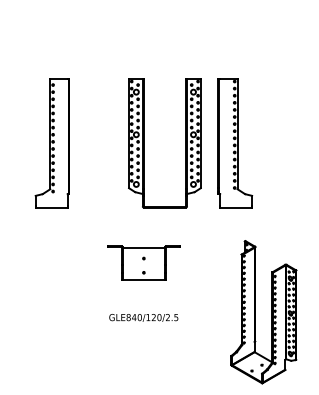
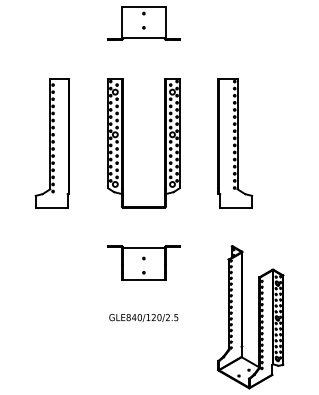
part at (143, 23): none -> present
part at (144, 143) position: (144, 143) -> (123, 143)
part at (255, 312) position: (255, 312) -> (242, 317)
